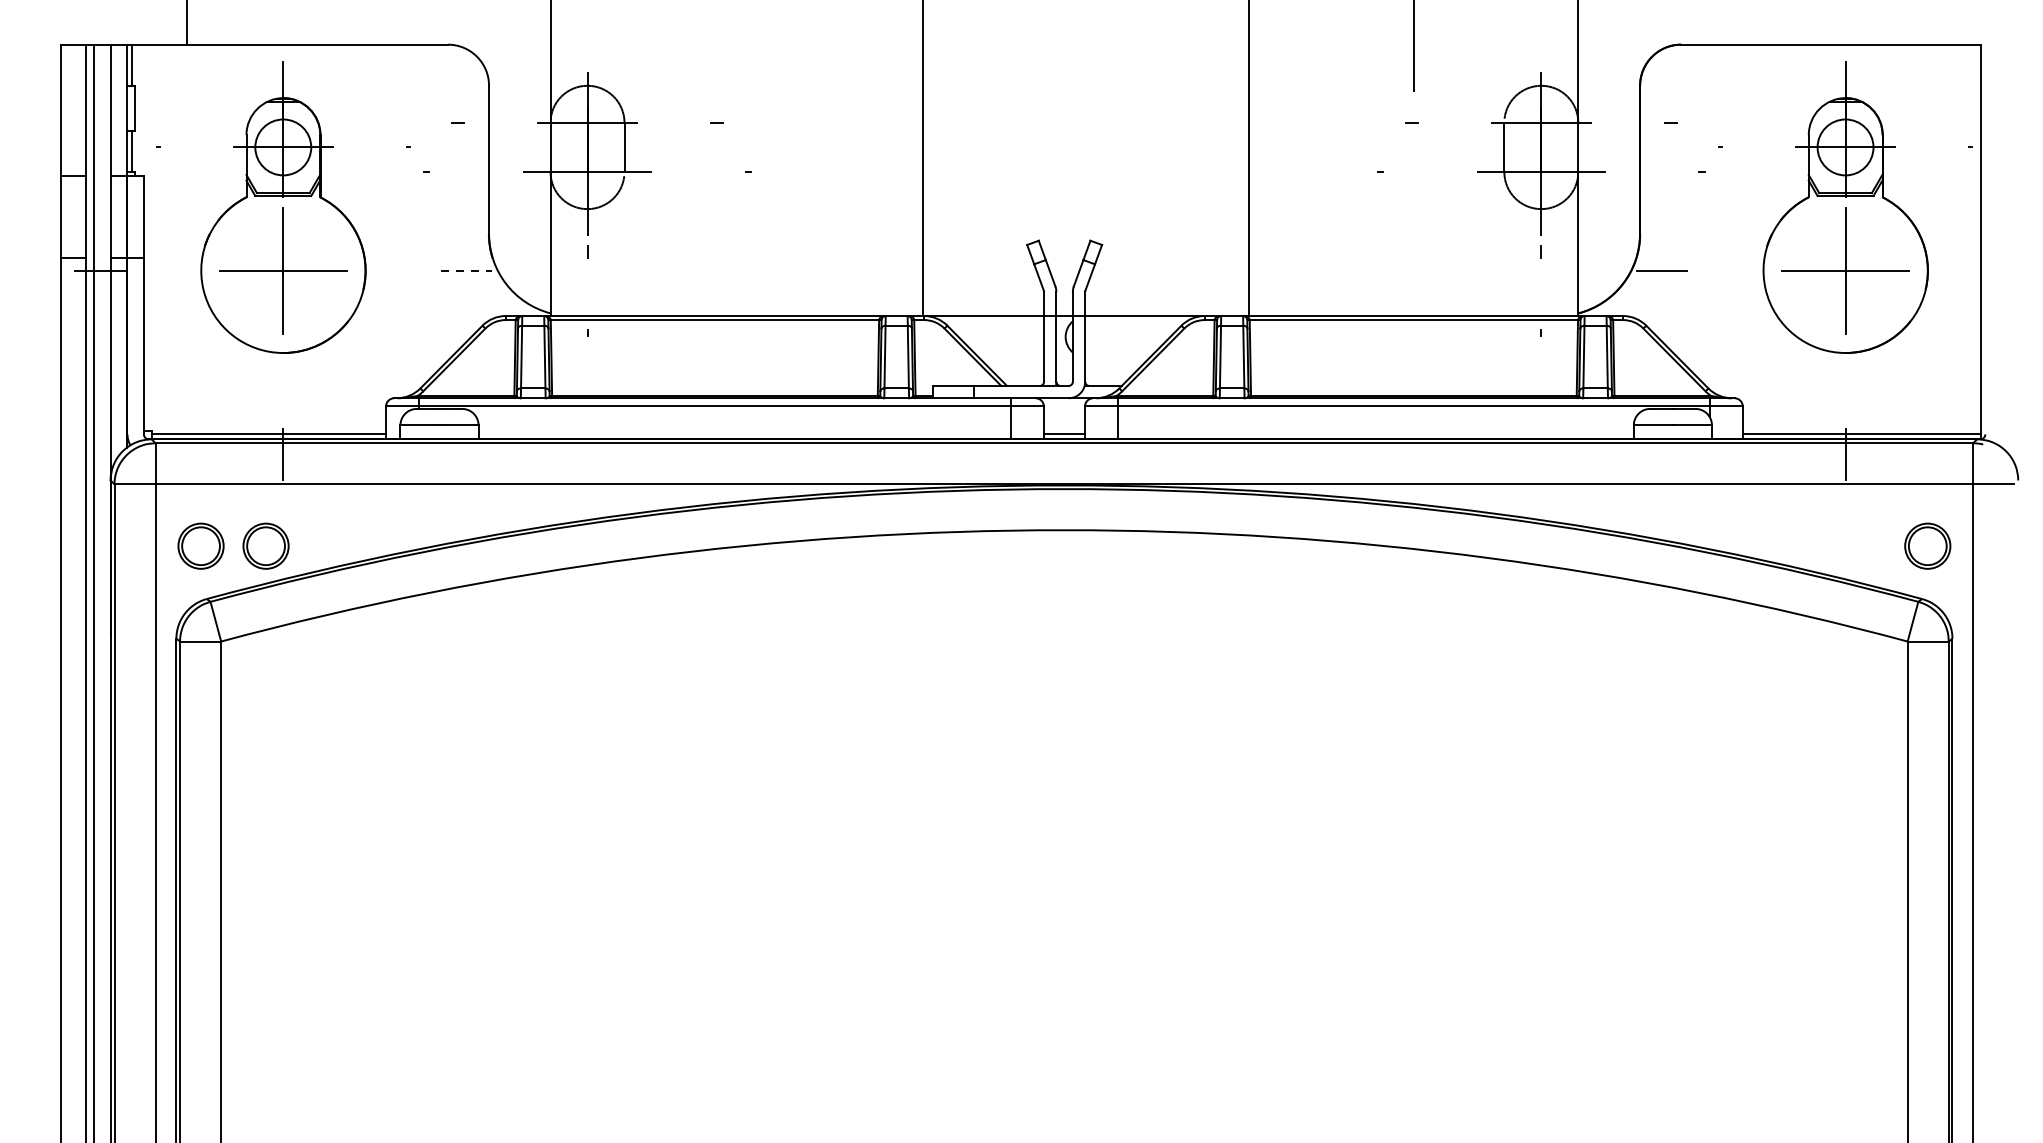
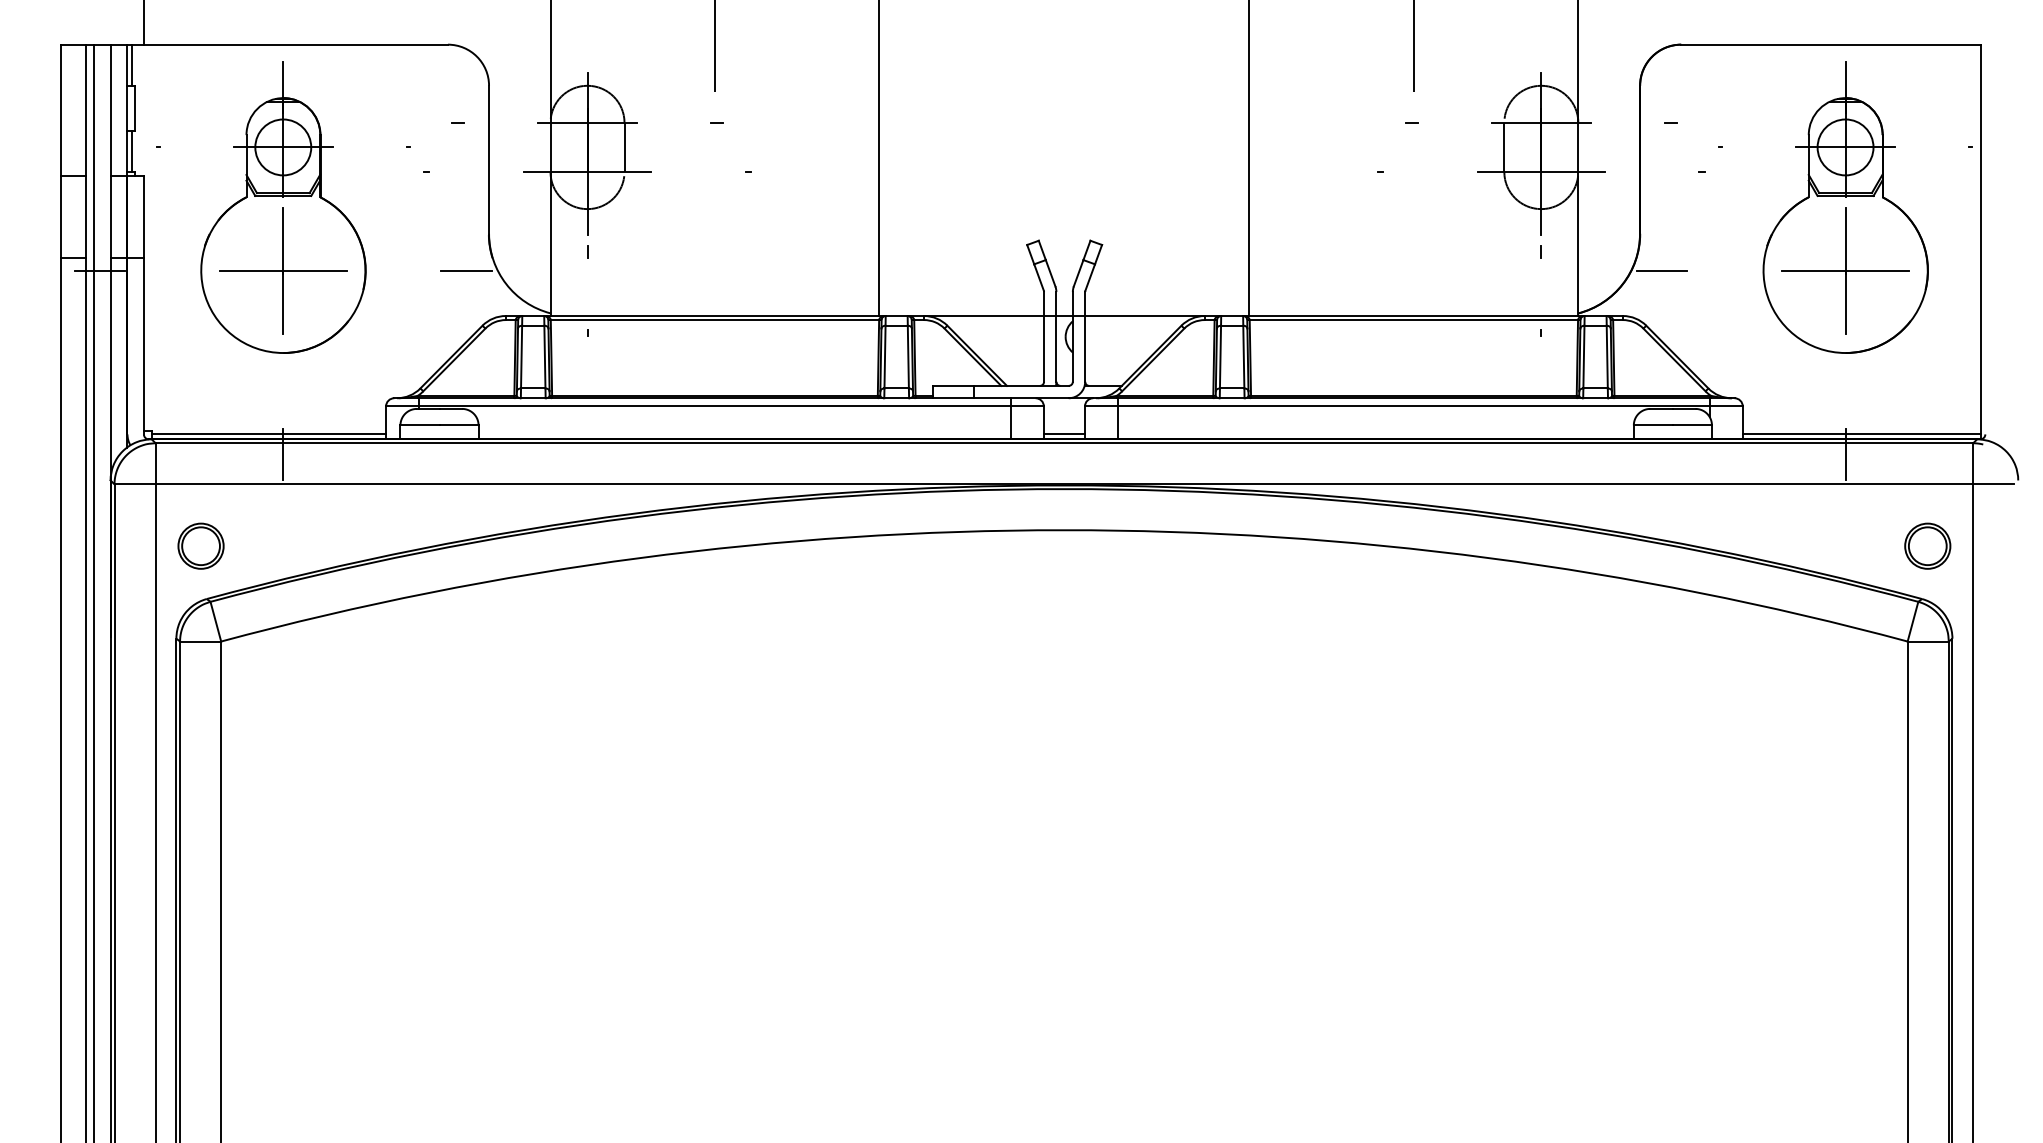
line at (186, 23) position: (186, 23) -> (143, 23)
line at (714, 46): none -> present
line at (923, 159) position: (923, 159) -> (879, 159)
line at (467, 270): dashed -> solid
part at (265, 545): present -> none
